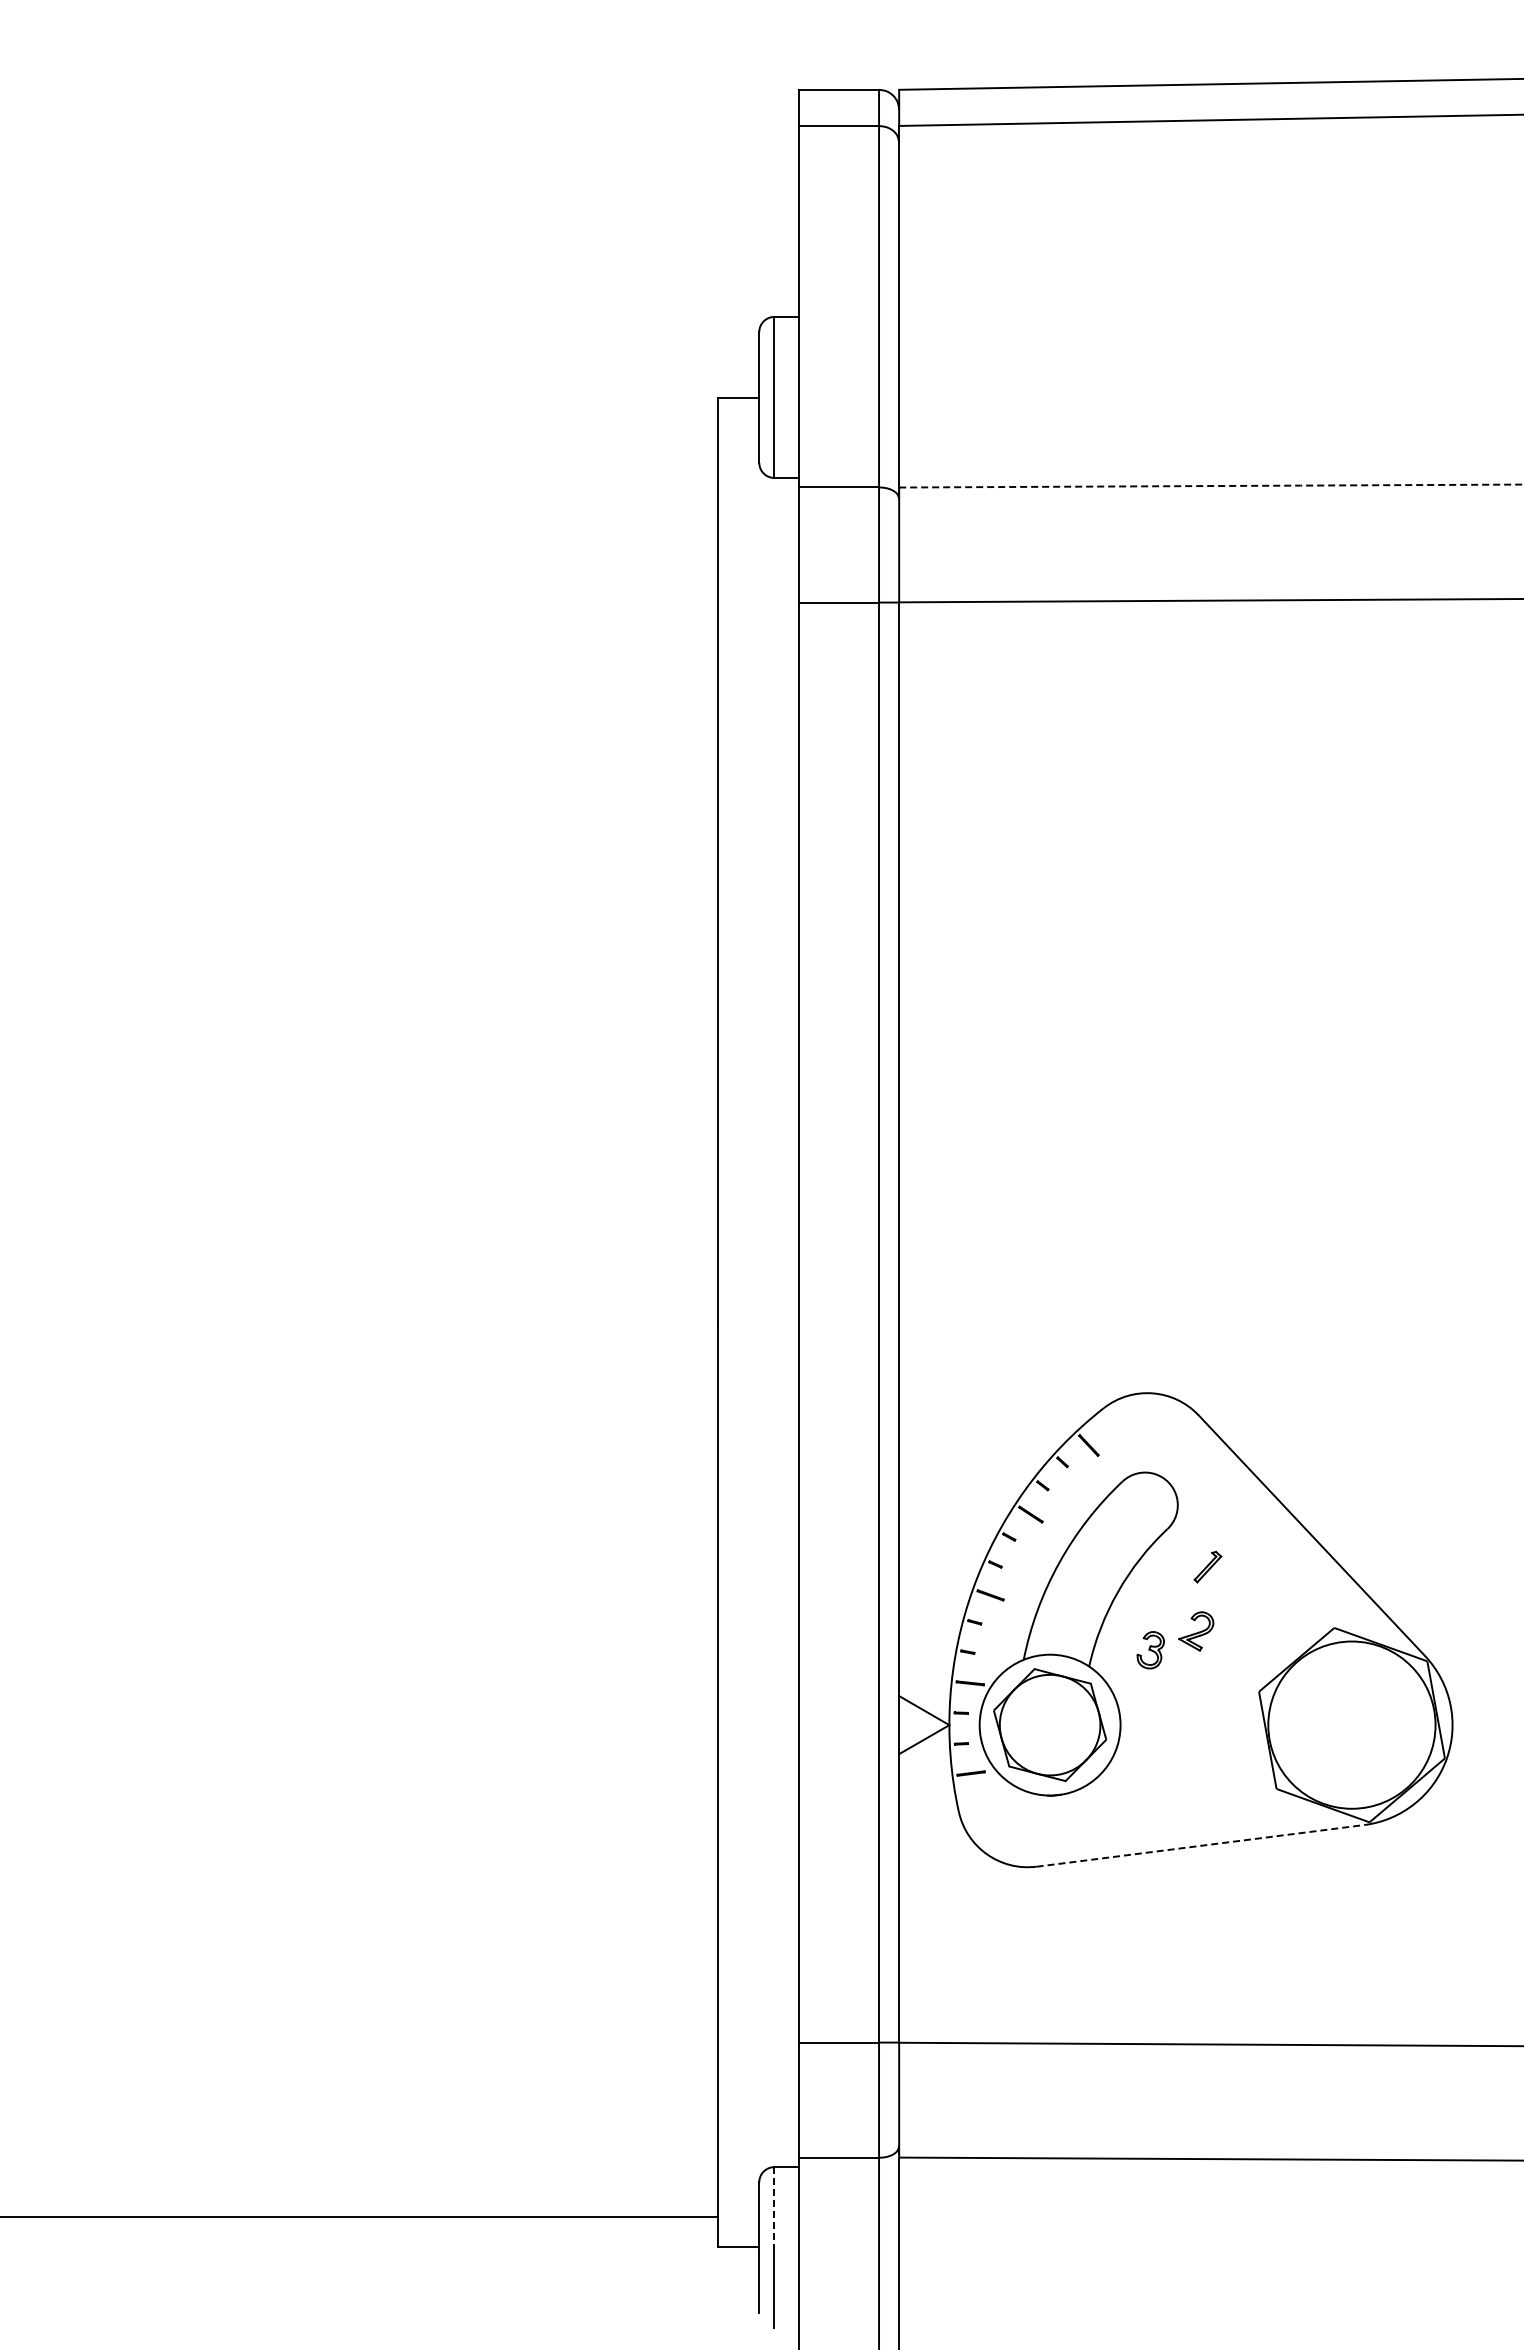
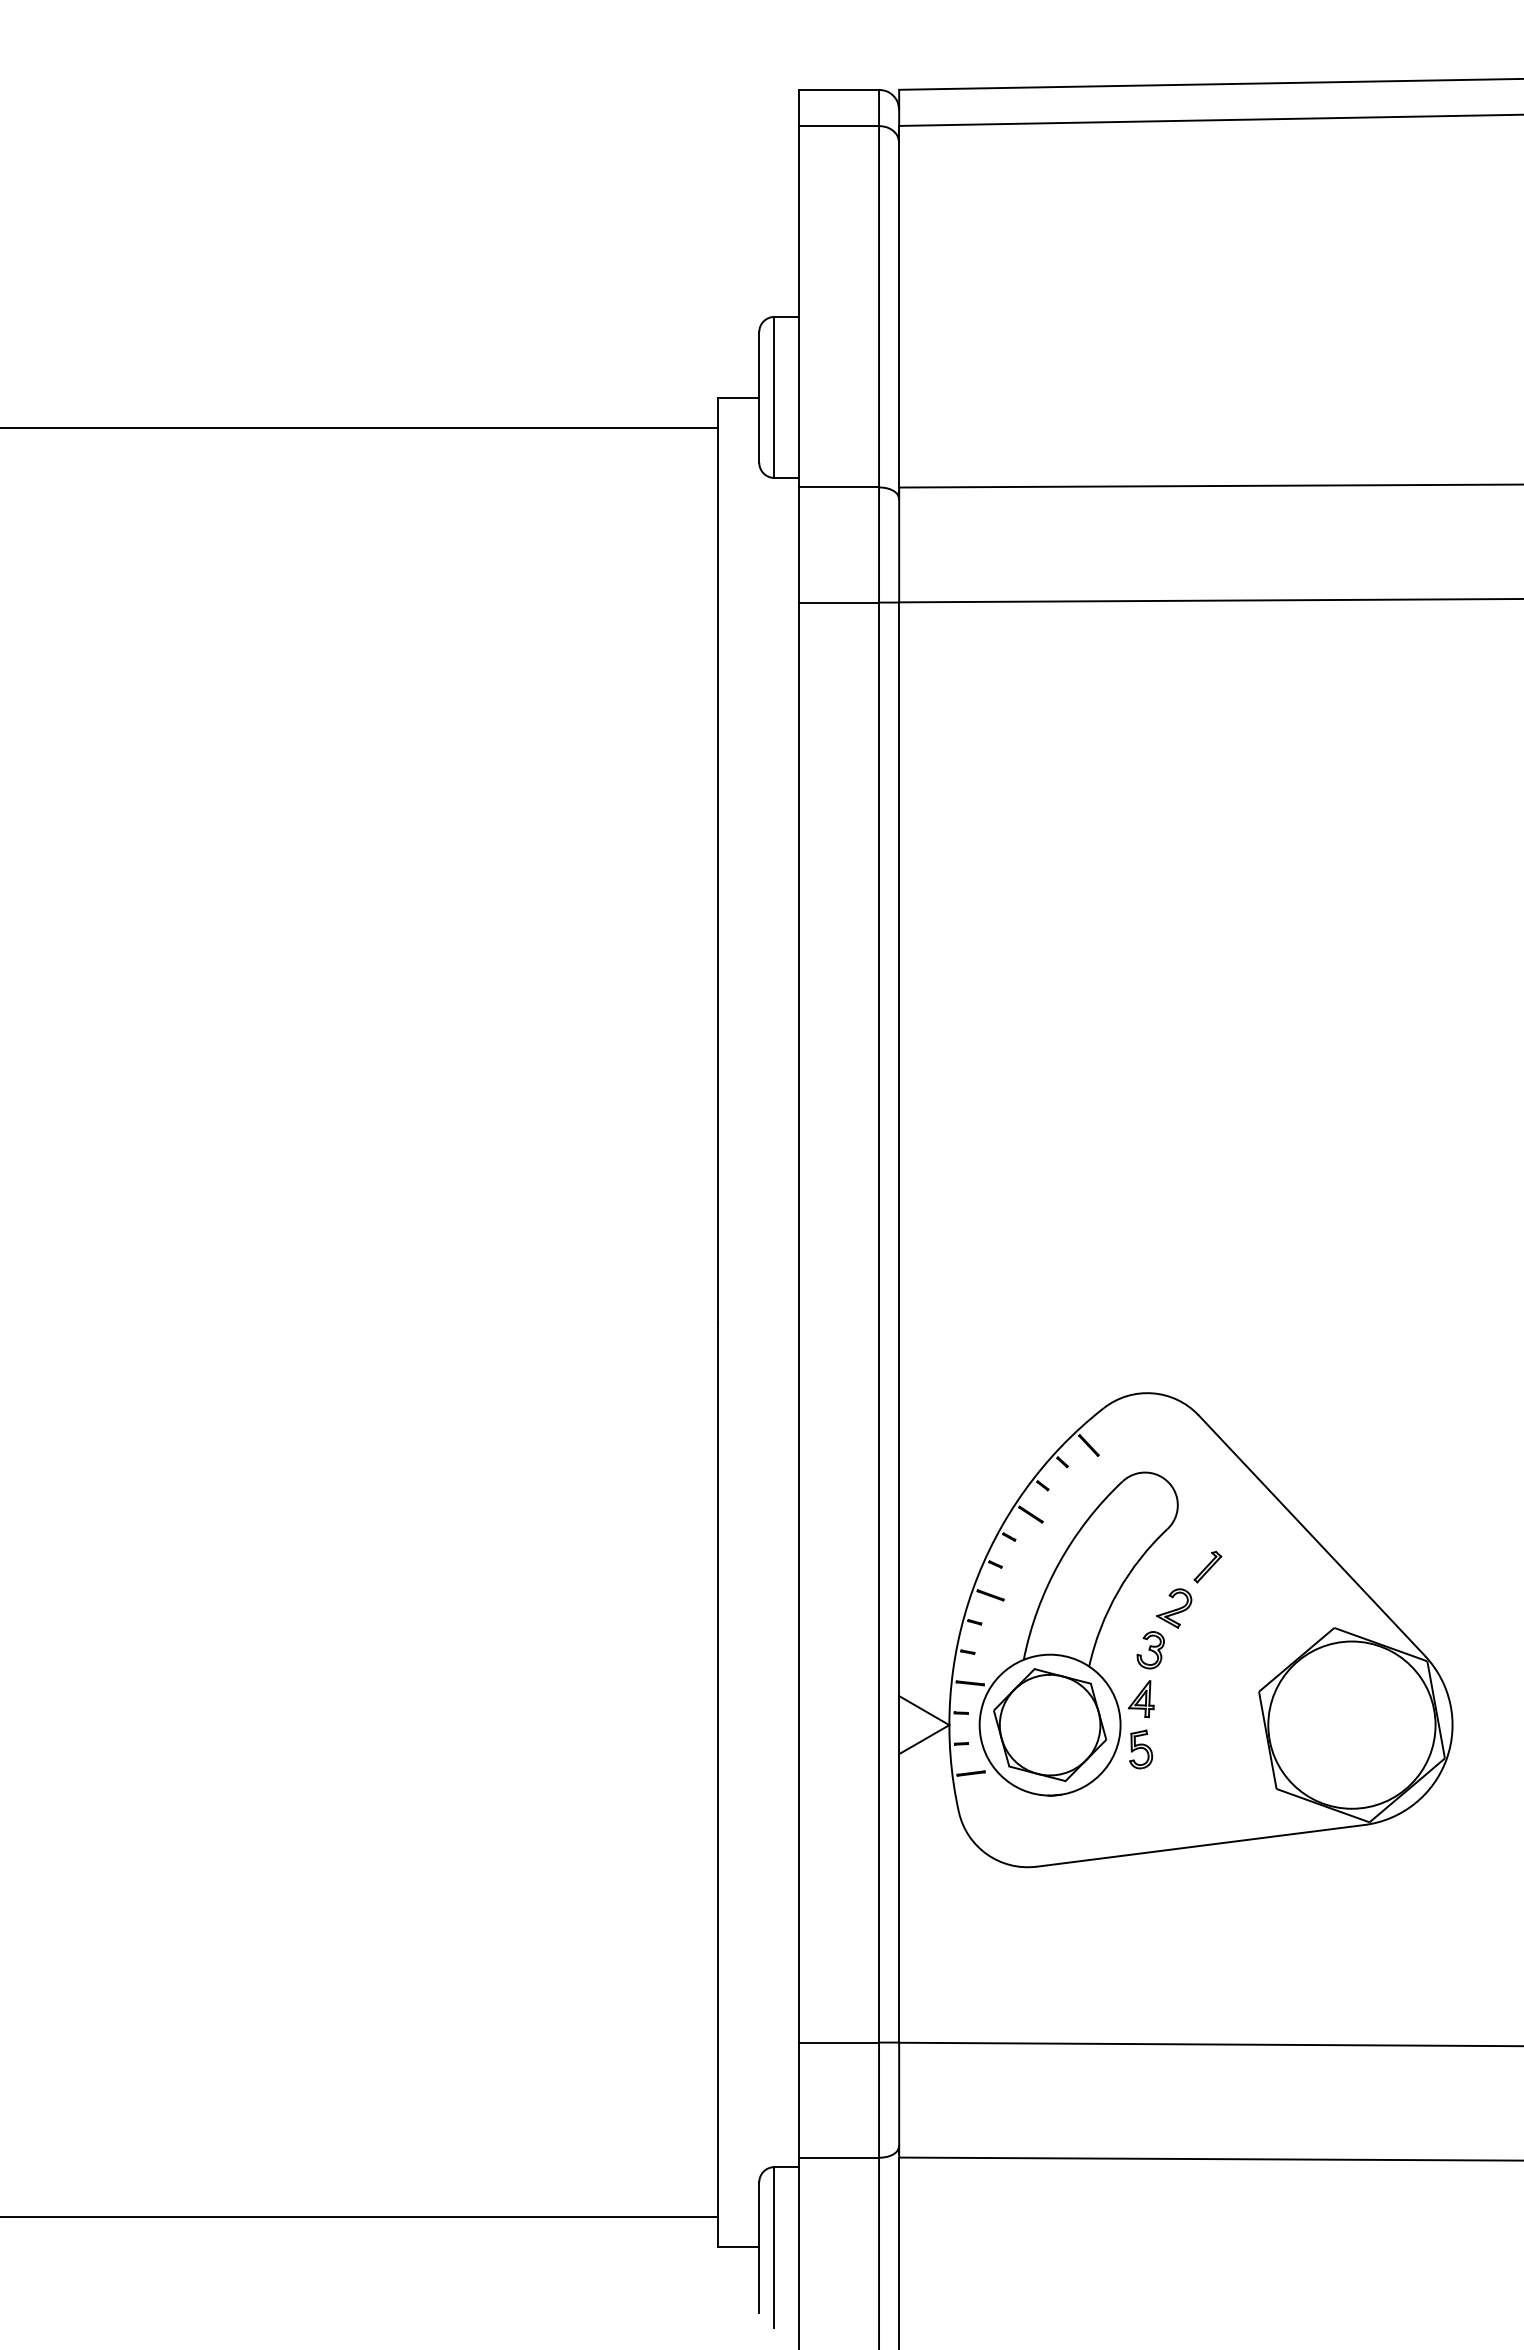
line at (360, 427): none -> present
line at (1211, 486): dashed -> solid
part at (1196, 1631) position: (1196, 1631) -> (1174, 1608)
part at (1141, 1699): none -> present
part at (1141, 1749): none -> present
line at (1201, 1845): dashed -> solid
line at (774, 2207): dashed -> solid
